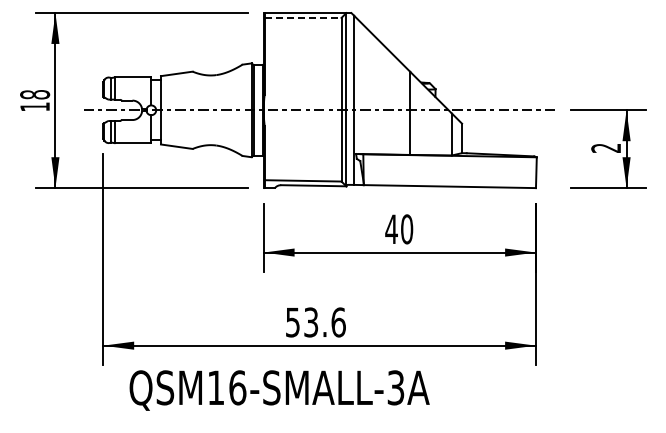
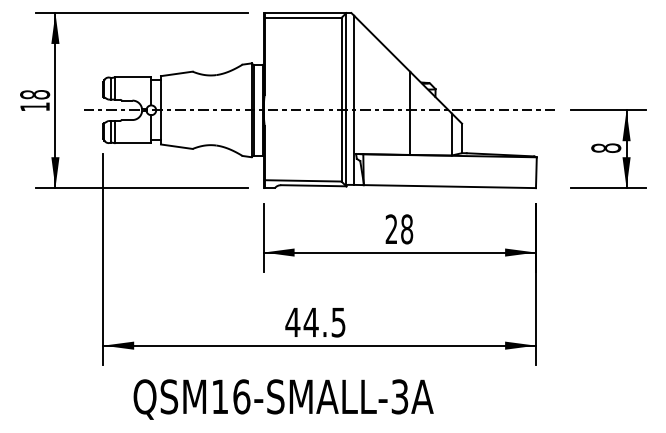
line at (303, 17): dashed -> solid
text at (606, 147): 2 -> 8
text at (399, 229): 40 -> 28
text at (315, 322): 53.6 -> 44.5
text at (279, 390) position: (279, 390) -> (283, 399)
